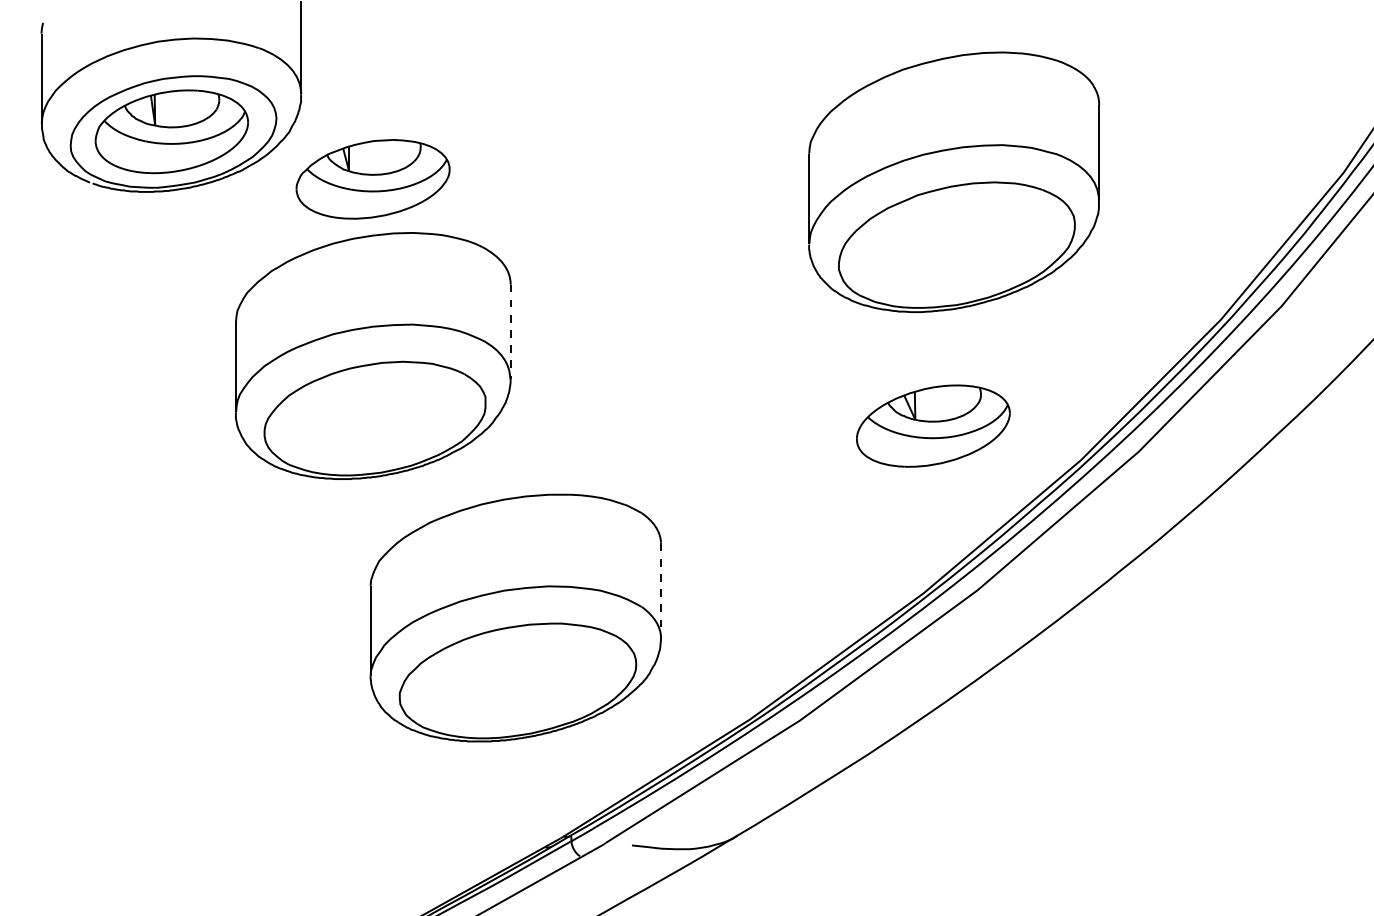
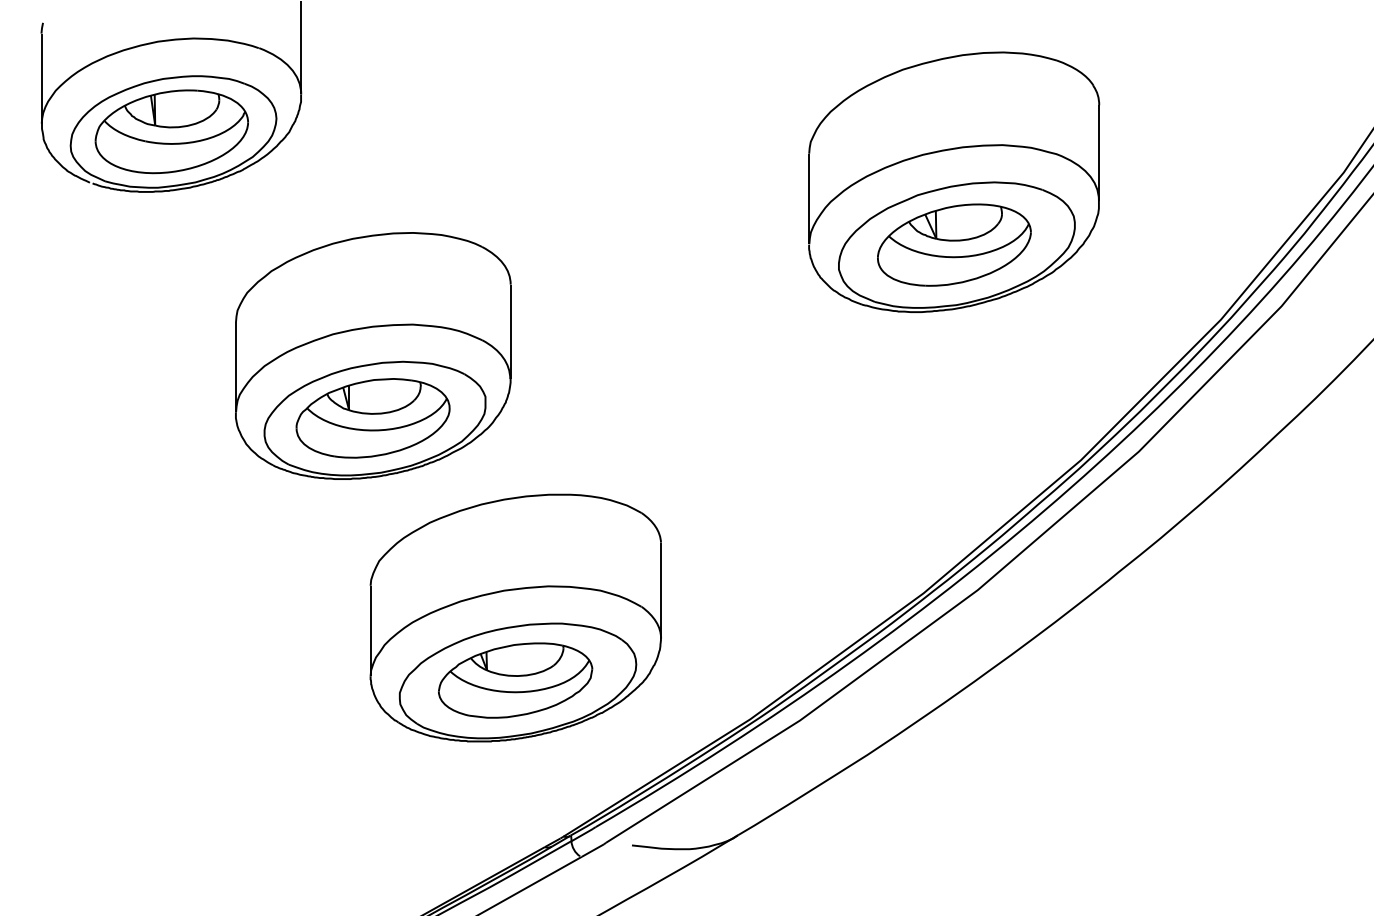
part at (372, 179) position: (372, 179) -> (372, 418)
line at (510, 332): dashed -> solid
part at (933, 425) position: (933, 425) -> (954, 244)
line at (660, 591): dashed -> solid
part at (515, 680): none -> present
